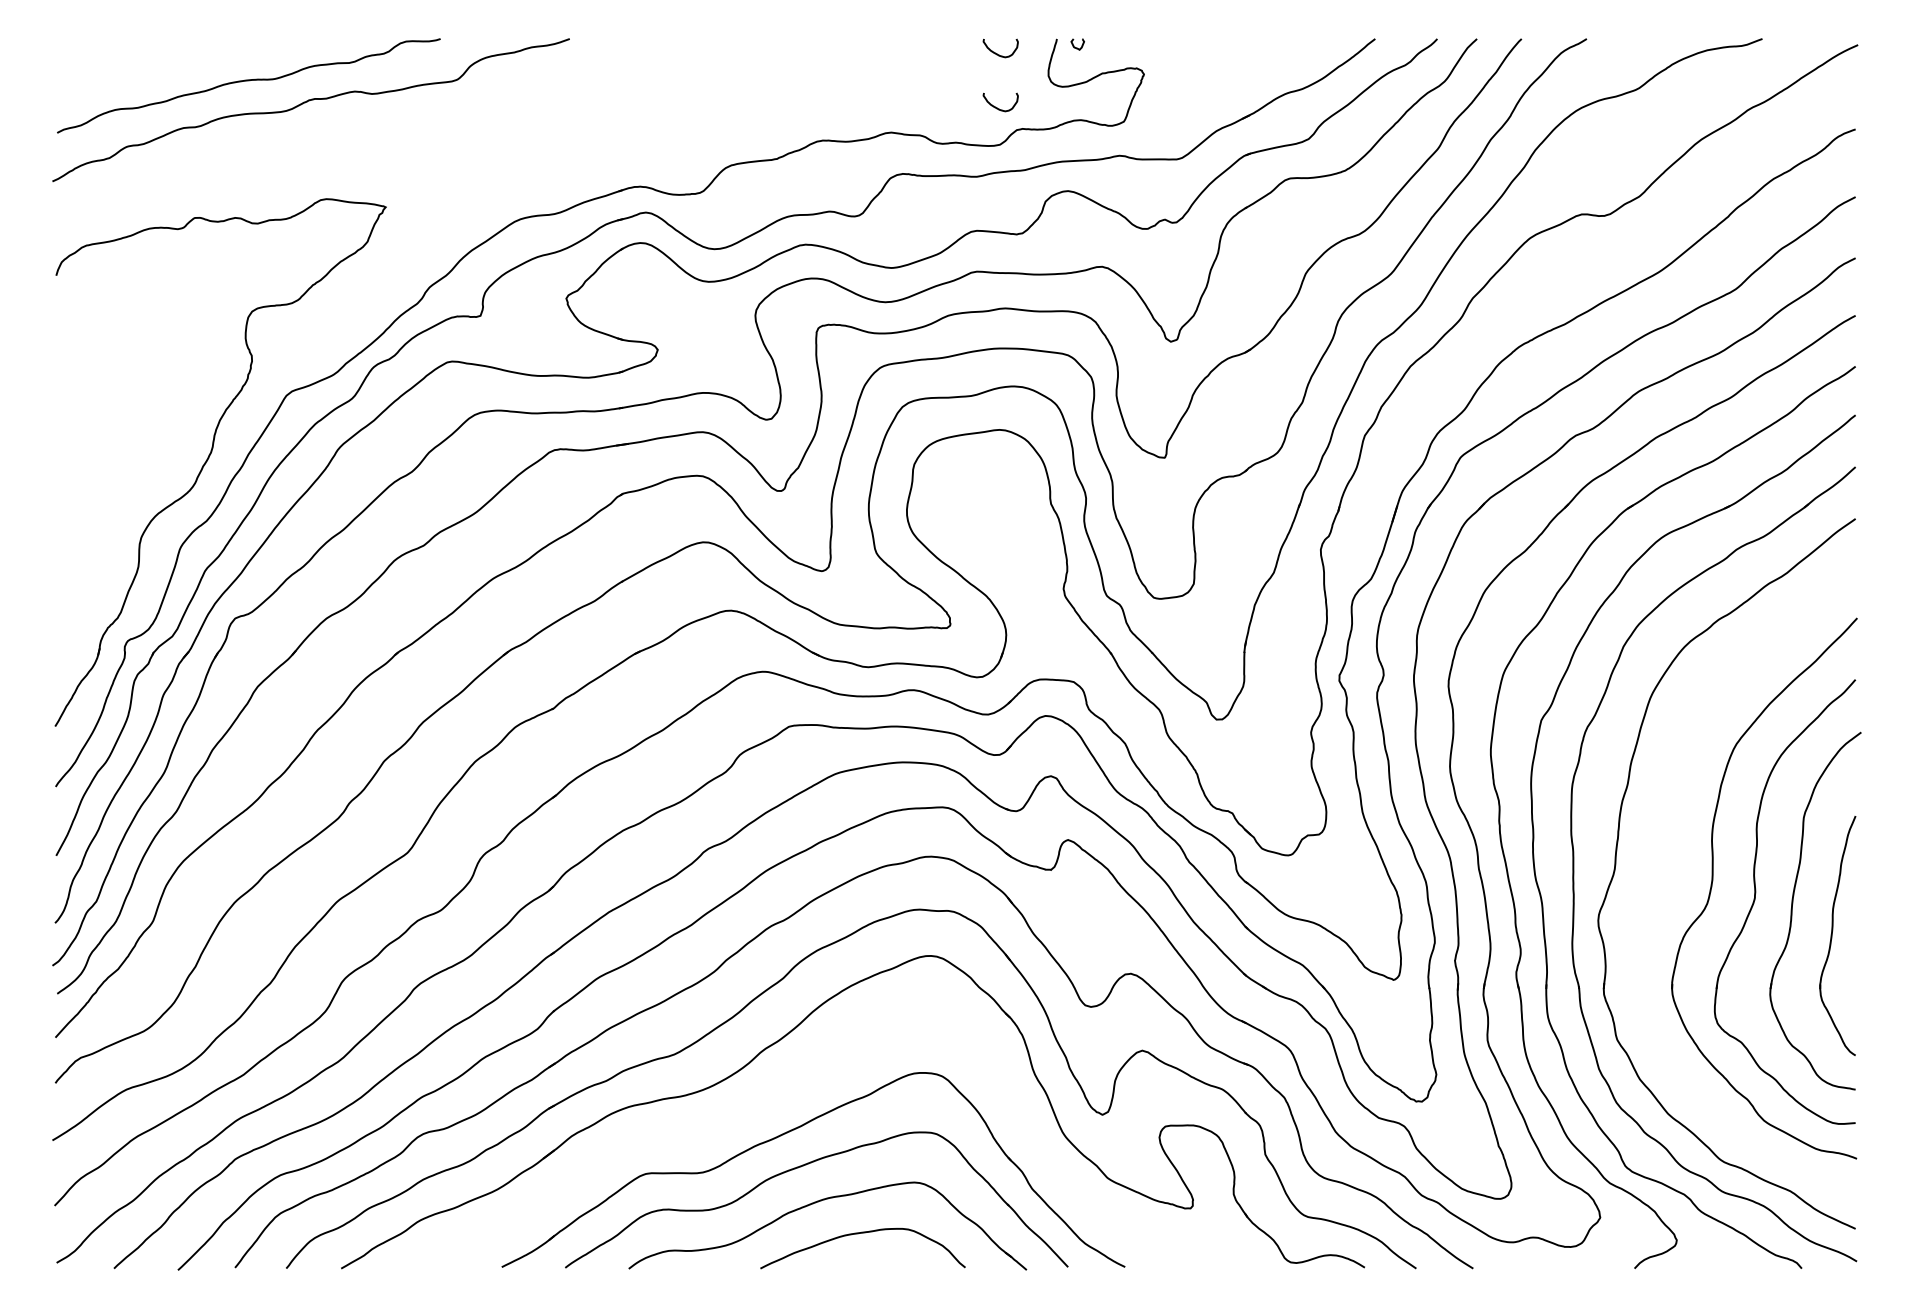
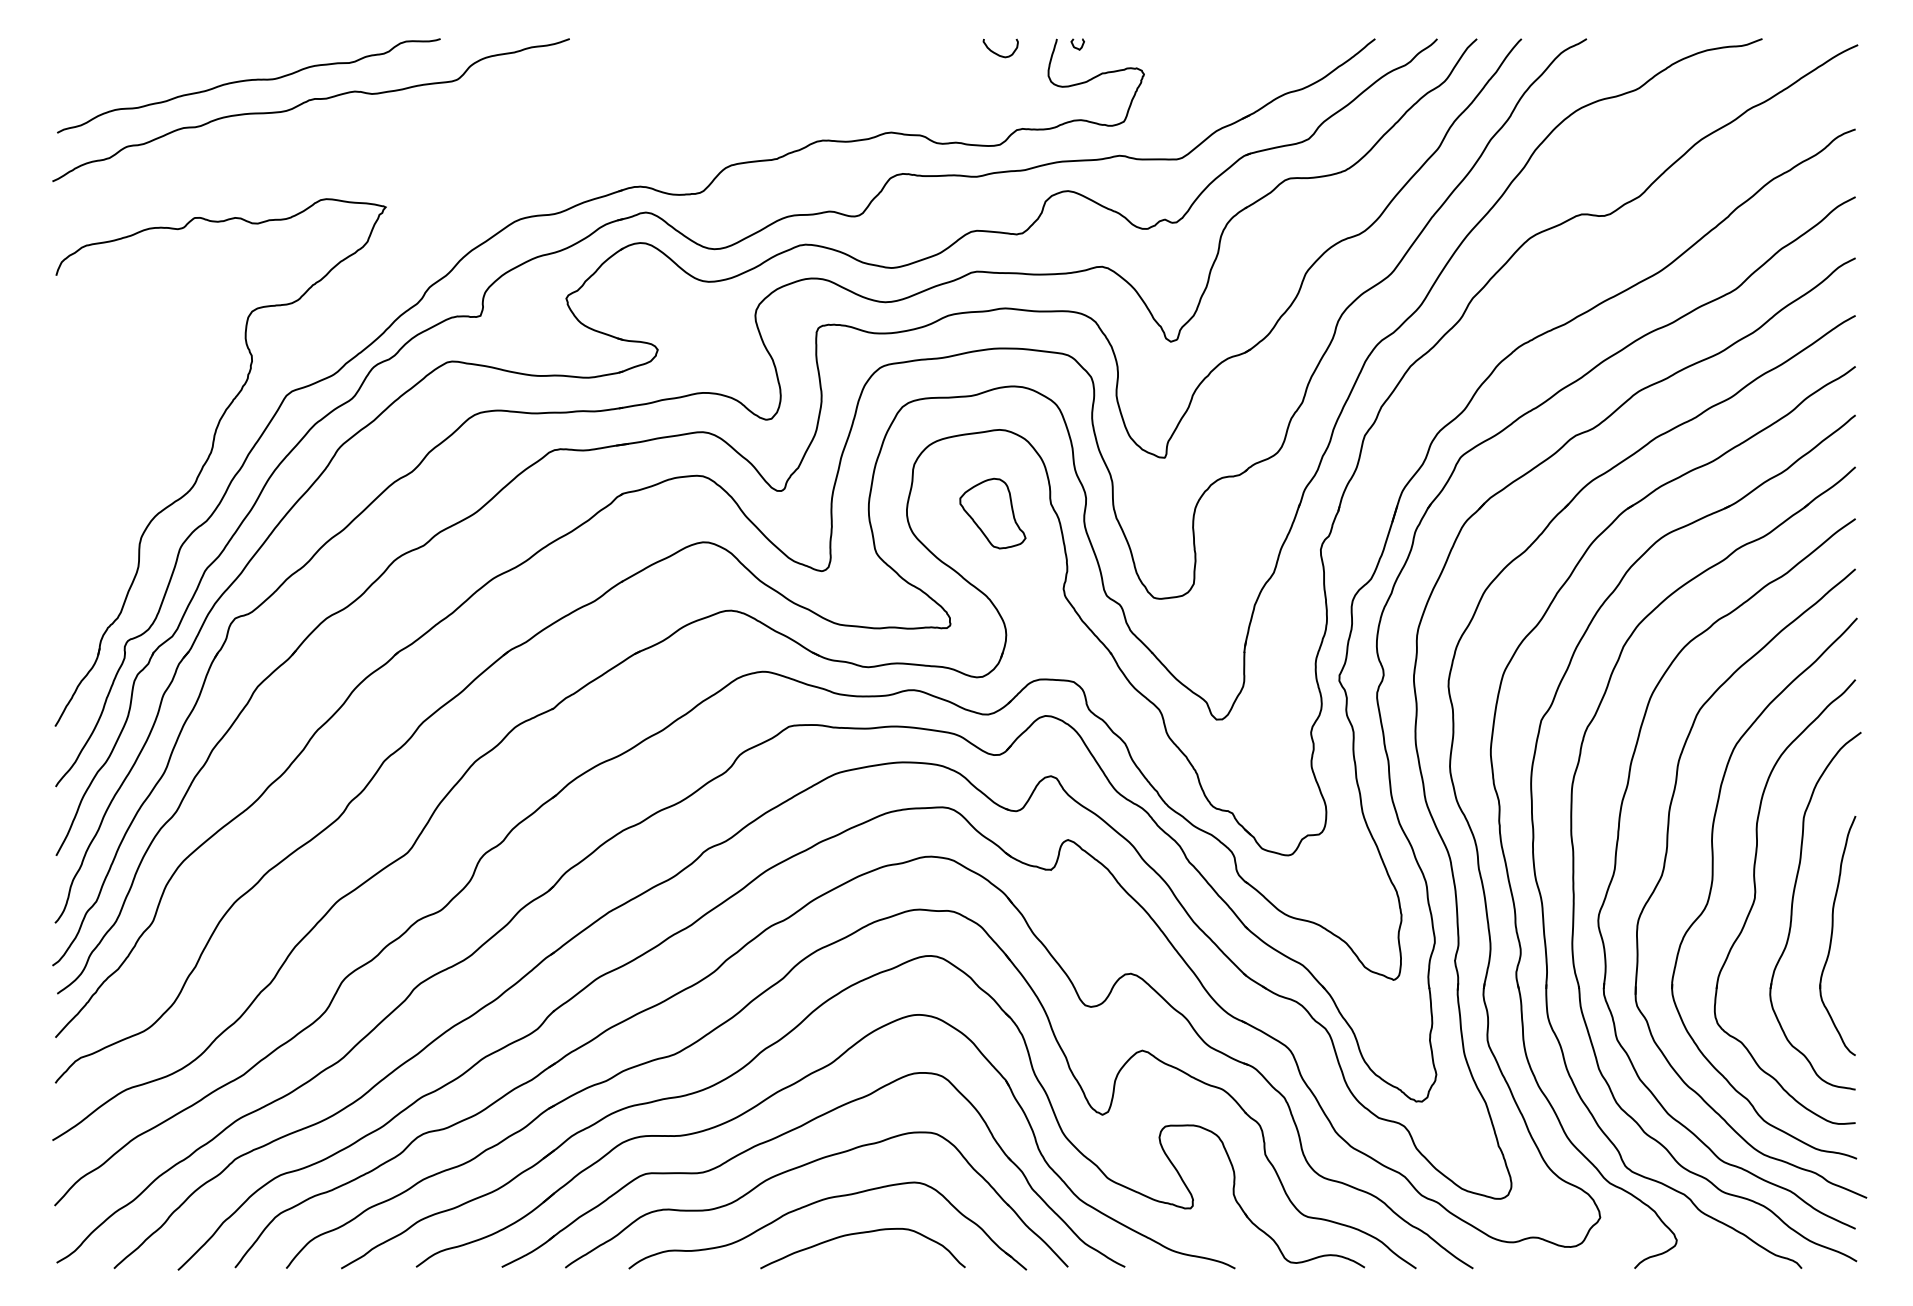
curve at (997, 107): present -> none
part at (992, 513): none -> present
part at (1665, 865): none -> present
part at (795, 1084): none -> present
